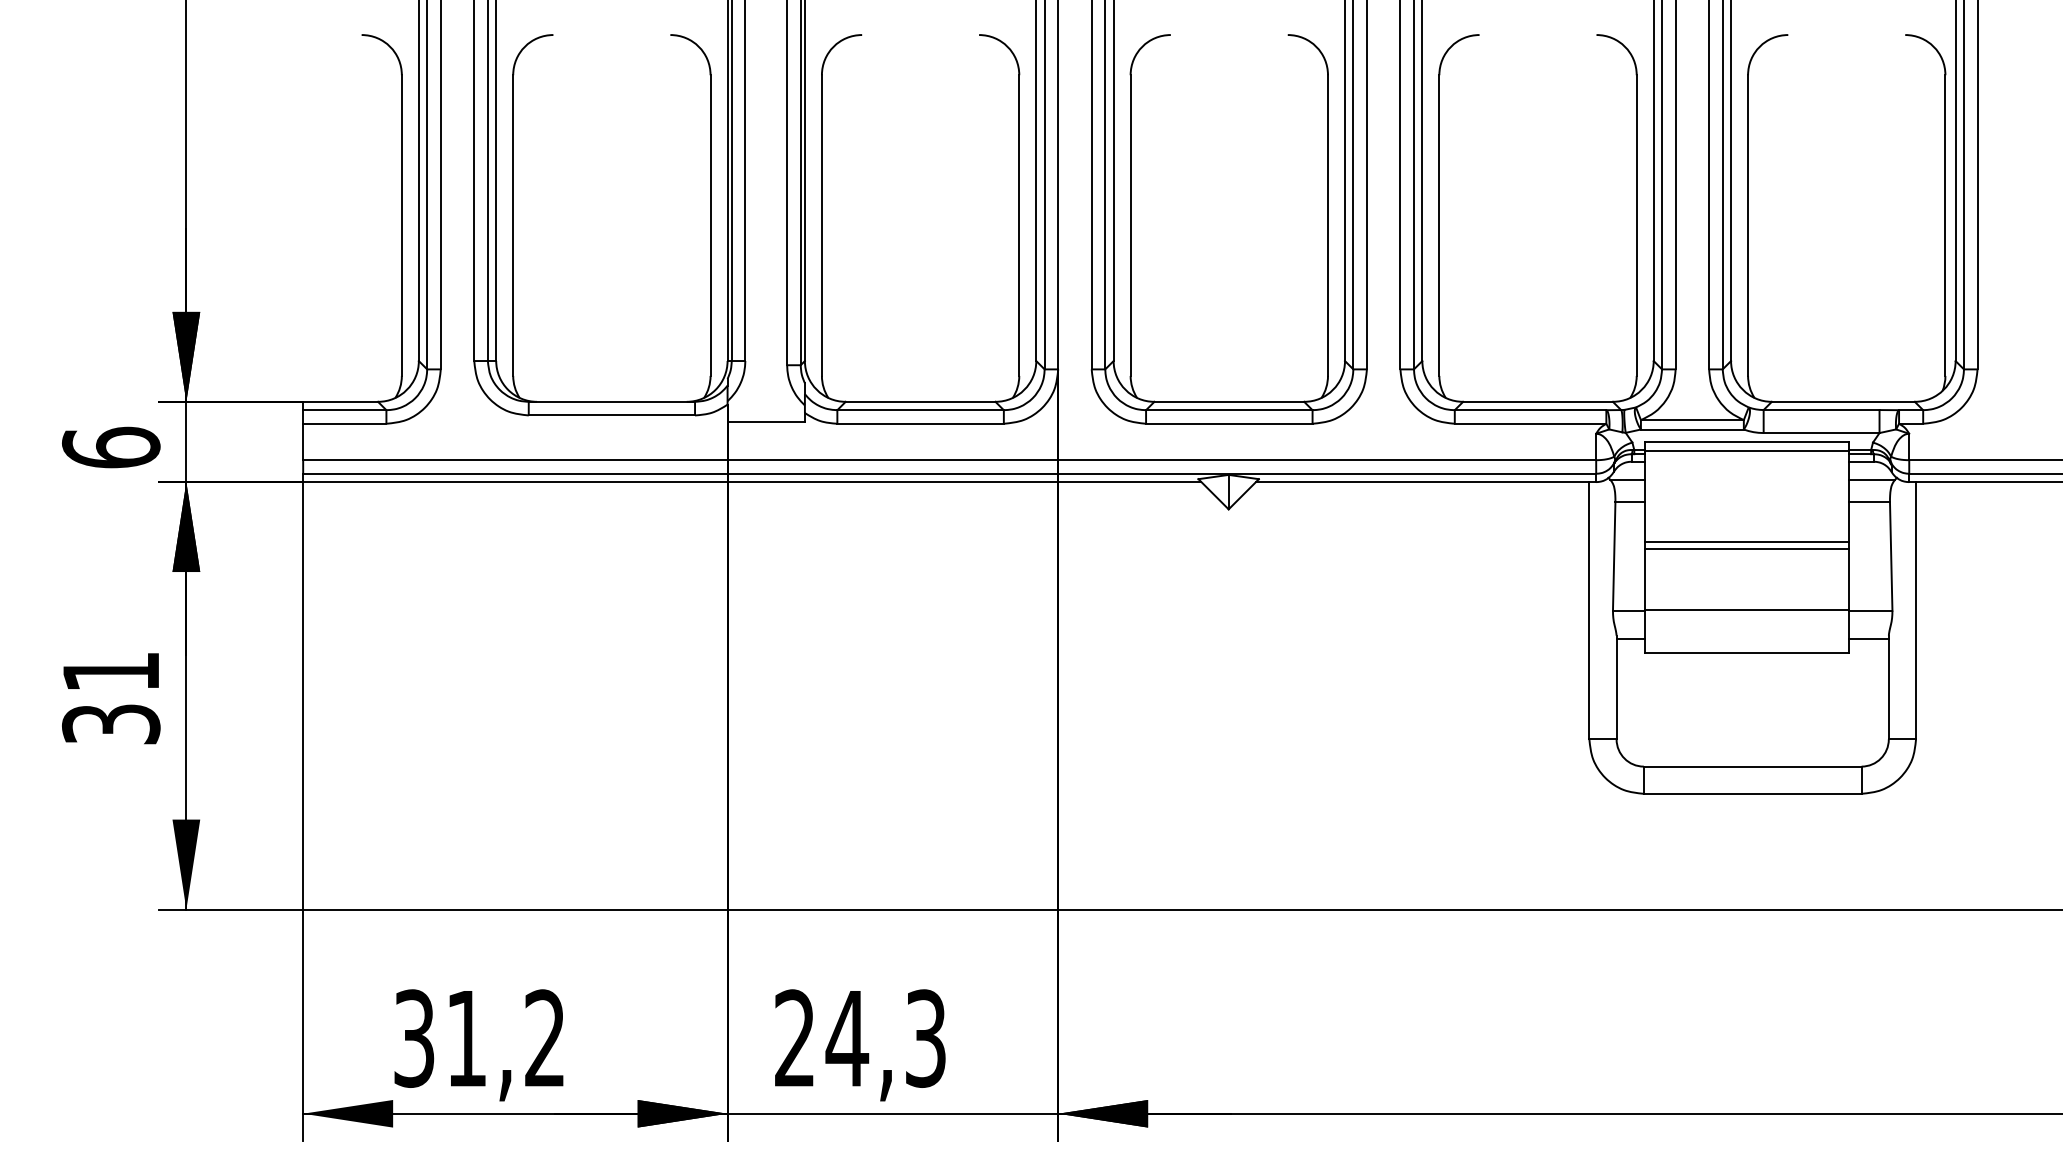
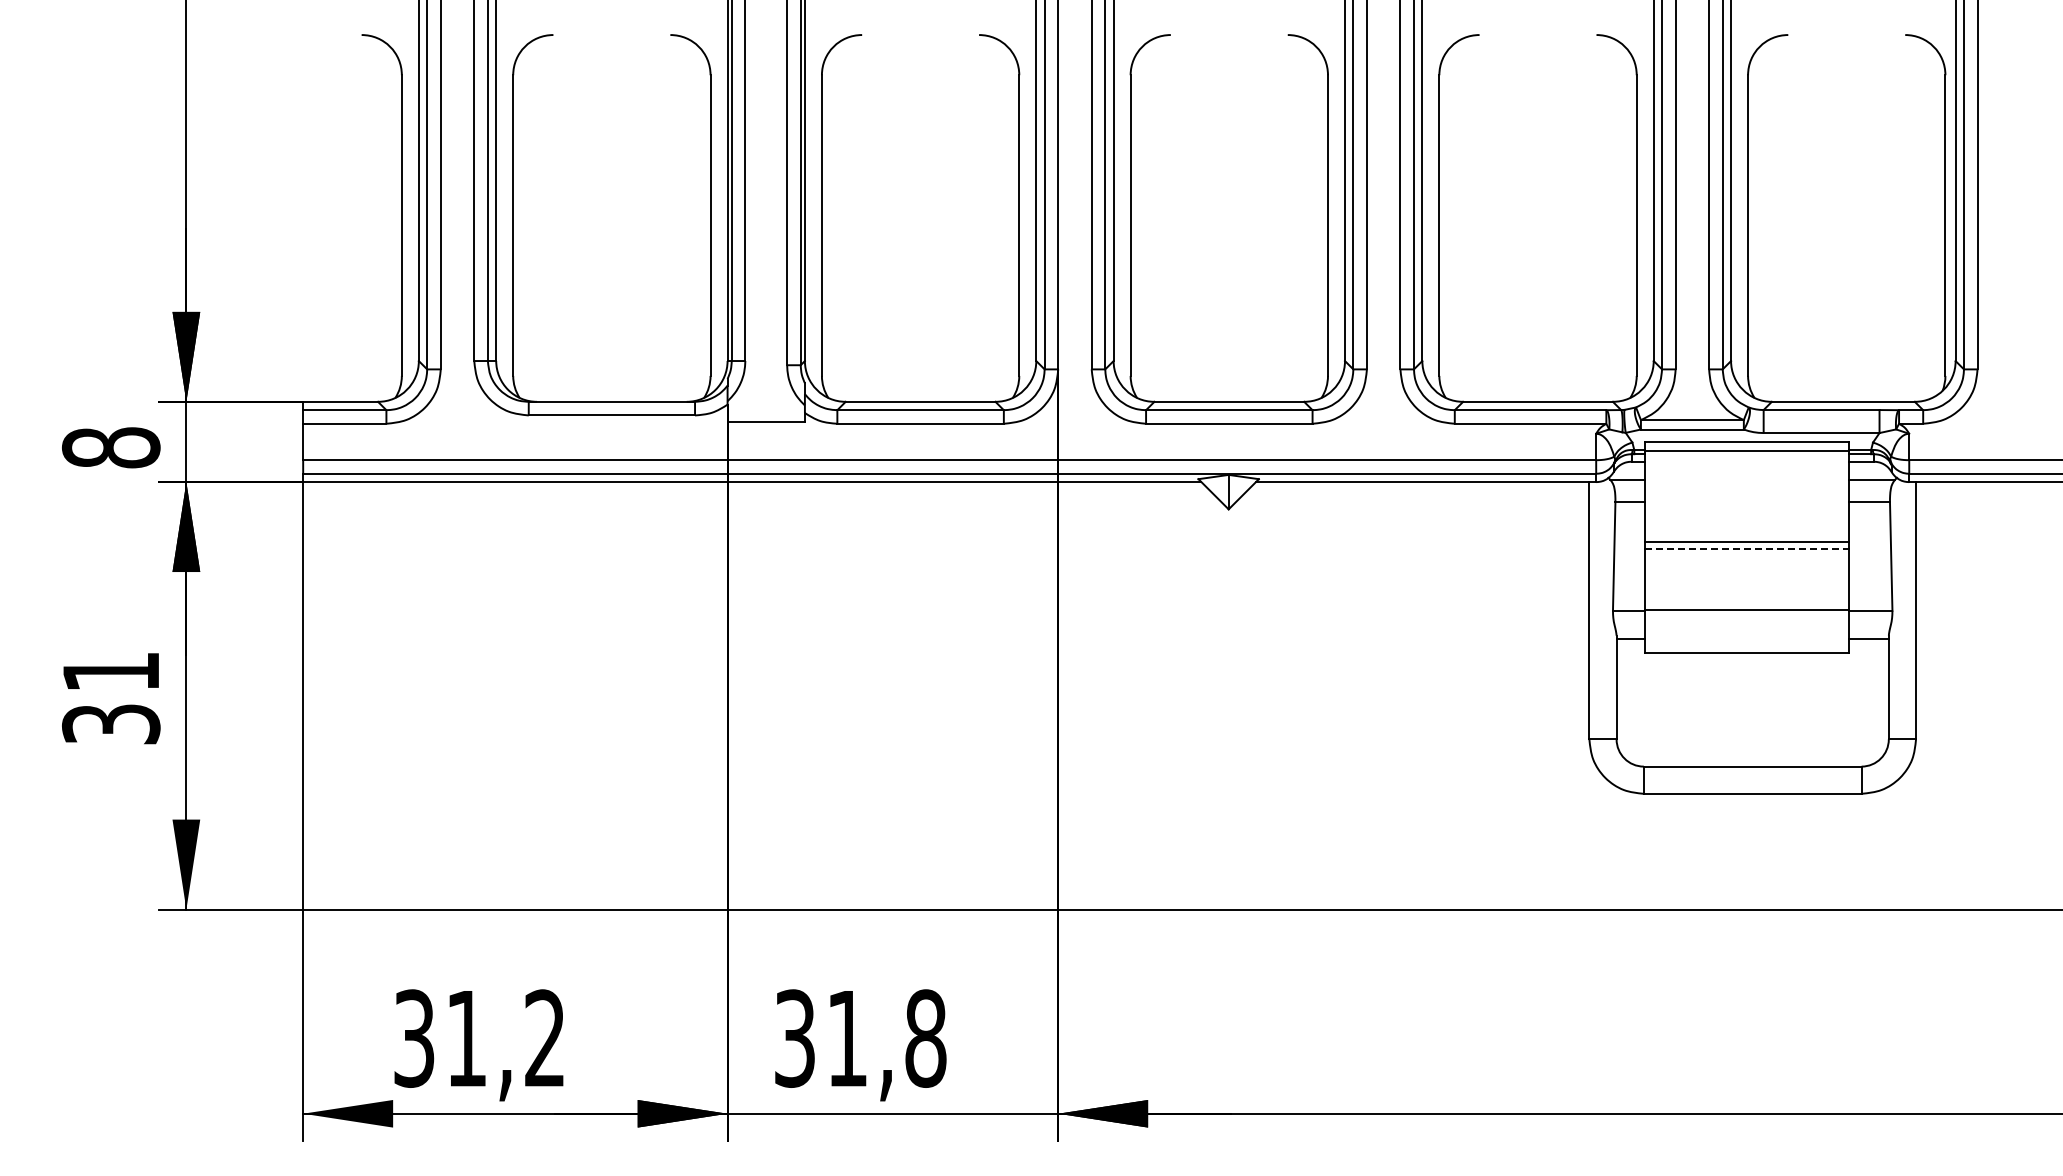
text at (111, 447): 6 -> 8
line at (1747, 548): solid -> dashed
text at (860, 1038): 24,3 -> 31,8
